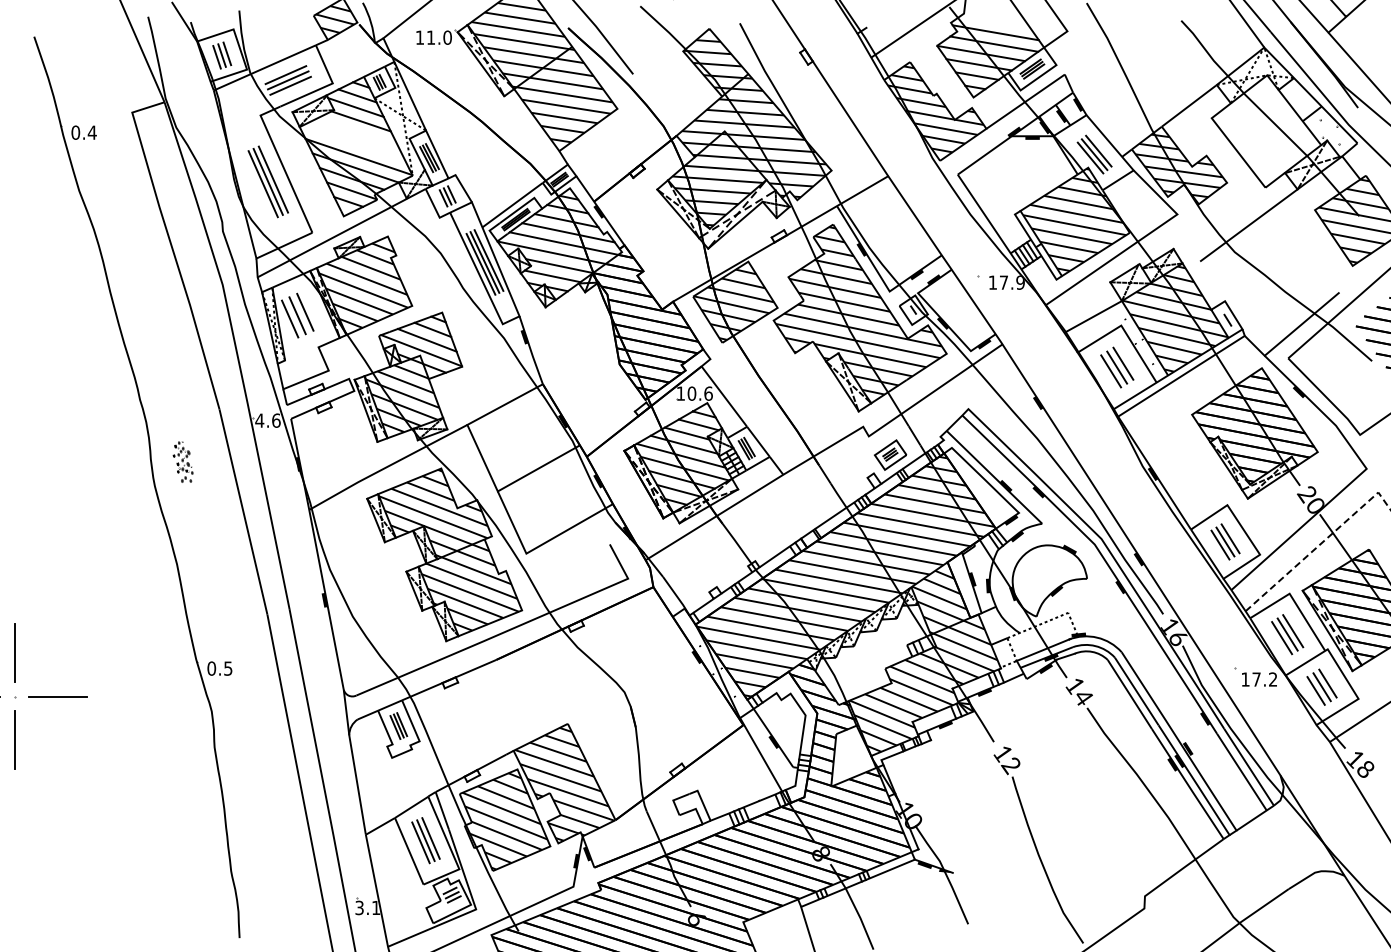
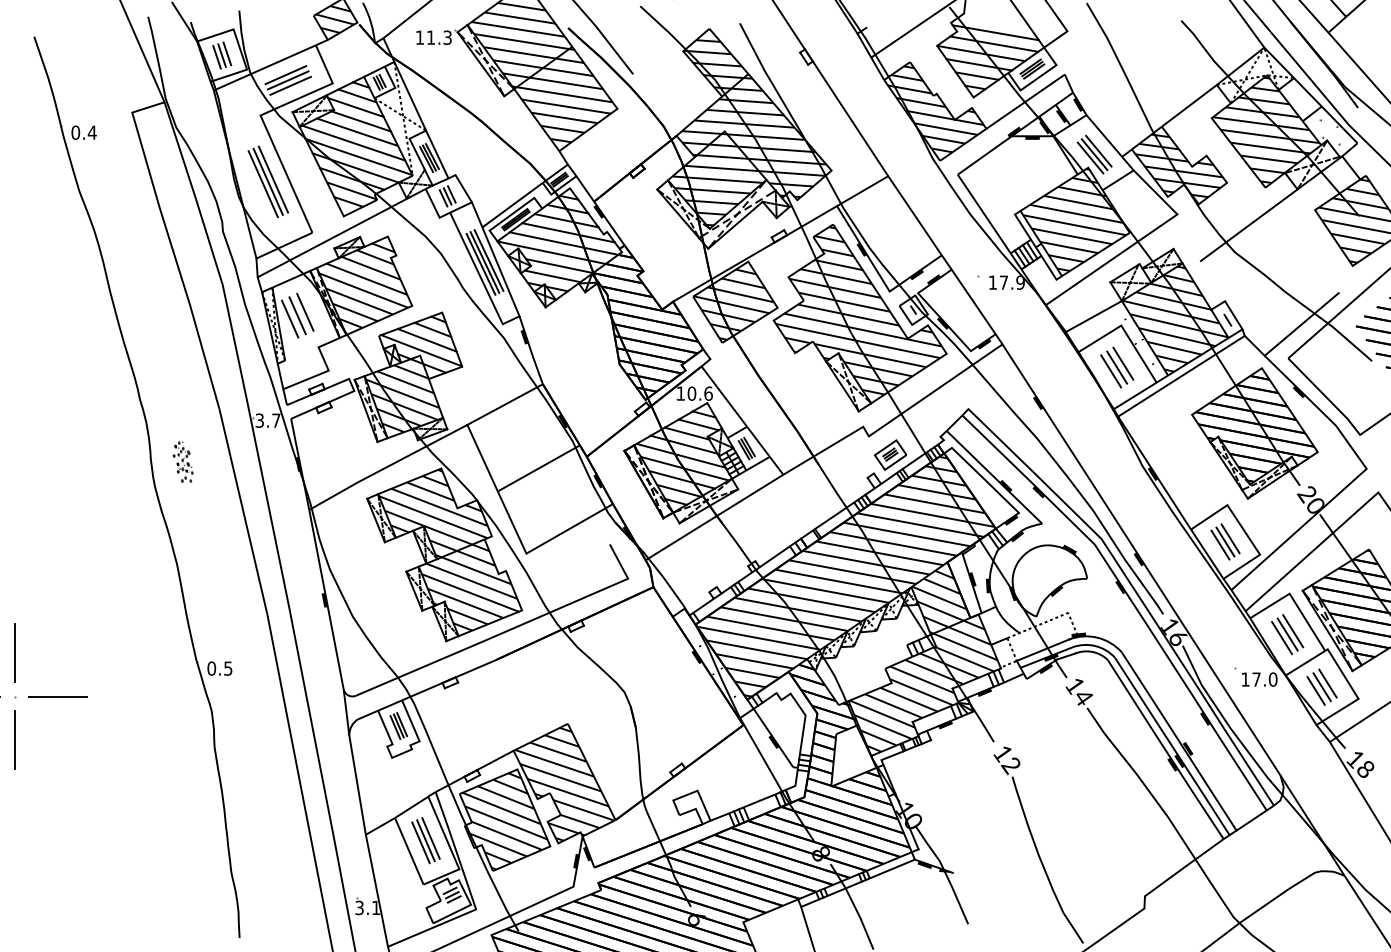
text at (447, 37): 11.0 -> 11.3
hatch at (1266, 129): none -> present
line at (357, 132): none -> present
line at (353, 142): none -> present
text at (267, 420): 4.6 -> 3.7
line at (1320, 544): dashed -> solid
text at (1272, 679): 17.2 -> 17.0
